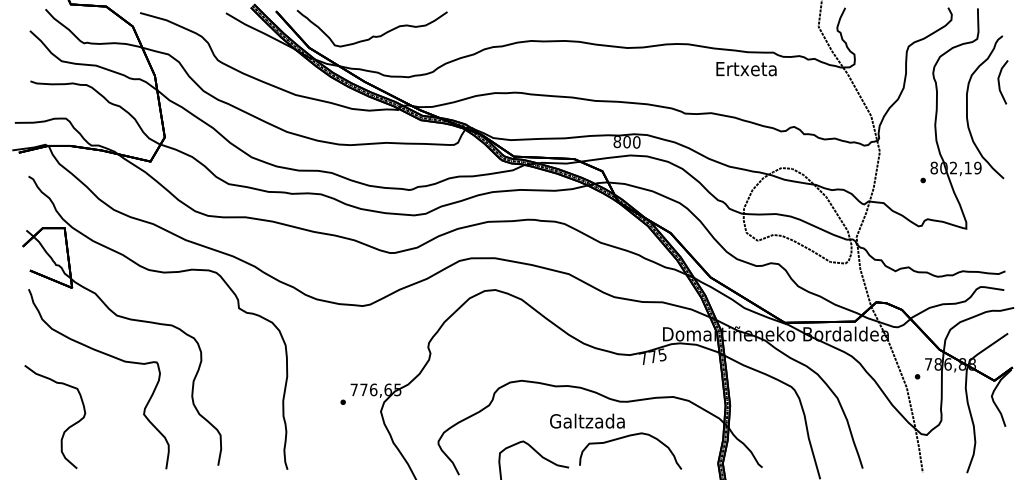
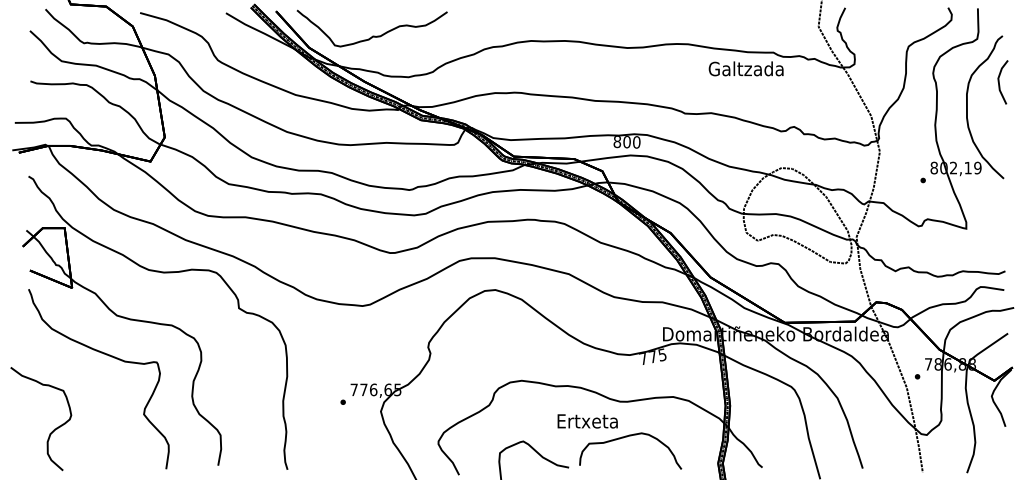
text at (745, 68): Ertxeta -> Galtzada
text at (587, 420): Galtzada -> Ertxeta
curve at (66, 428) position: (66, 428) -> (52, 430)
